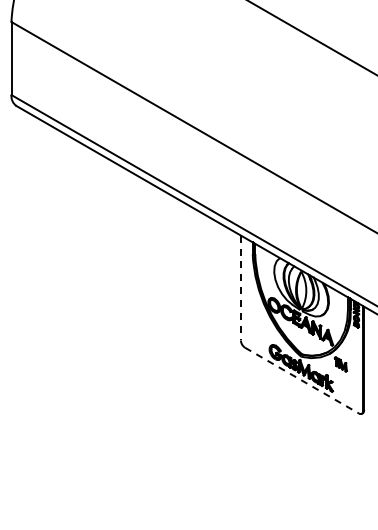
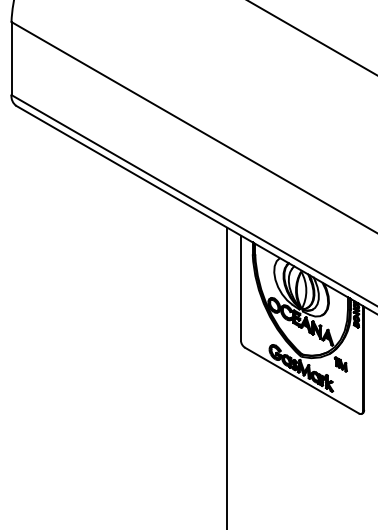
line at (240, 288): dashed -> solid
line at (226, 376): none -> present
line at (302, 380): dashed -> solid
